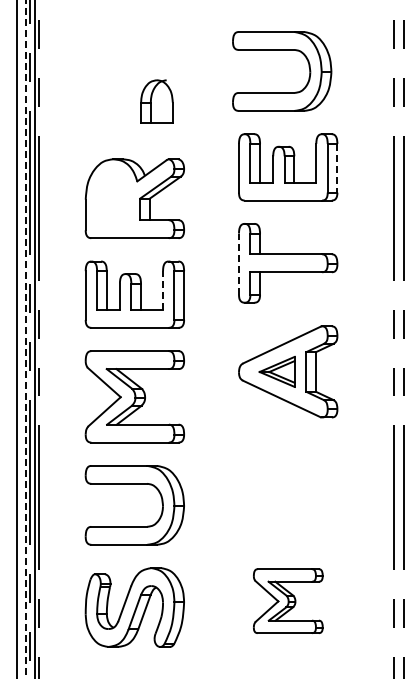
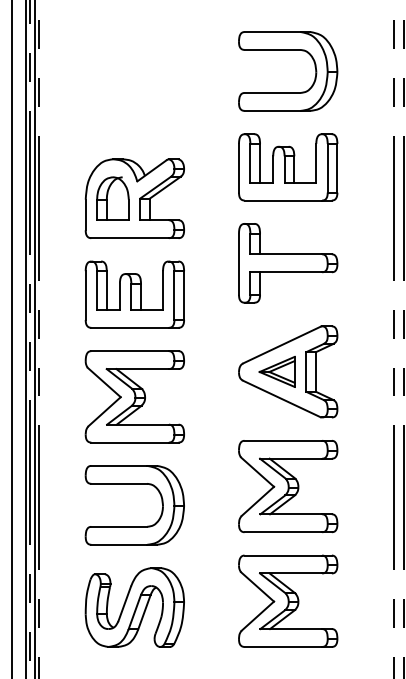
part at (282, 50) position: (282, 50) -> (288, 50)
part at (156, 101) position: (156, 101) -> (112, 198)
line at (337, 168): dashed -> solid
line at (238, 264): dashed -> solid
line at (163, 290): dashed -> solid
line at (17, 338) position: (17, 338) -> (12, 338)
line at (25, 339): dashed -> solid
part at (288, 486): none -> present
part at (288, 600) size: 71x66 px -> 101x94 px
